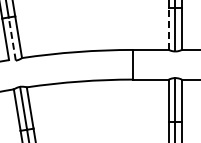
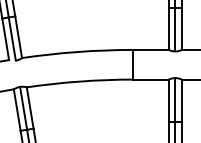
line at (168, 29): dashed -> solid
line at (12, 39): dashed -> solid
